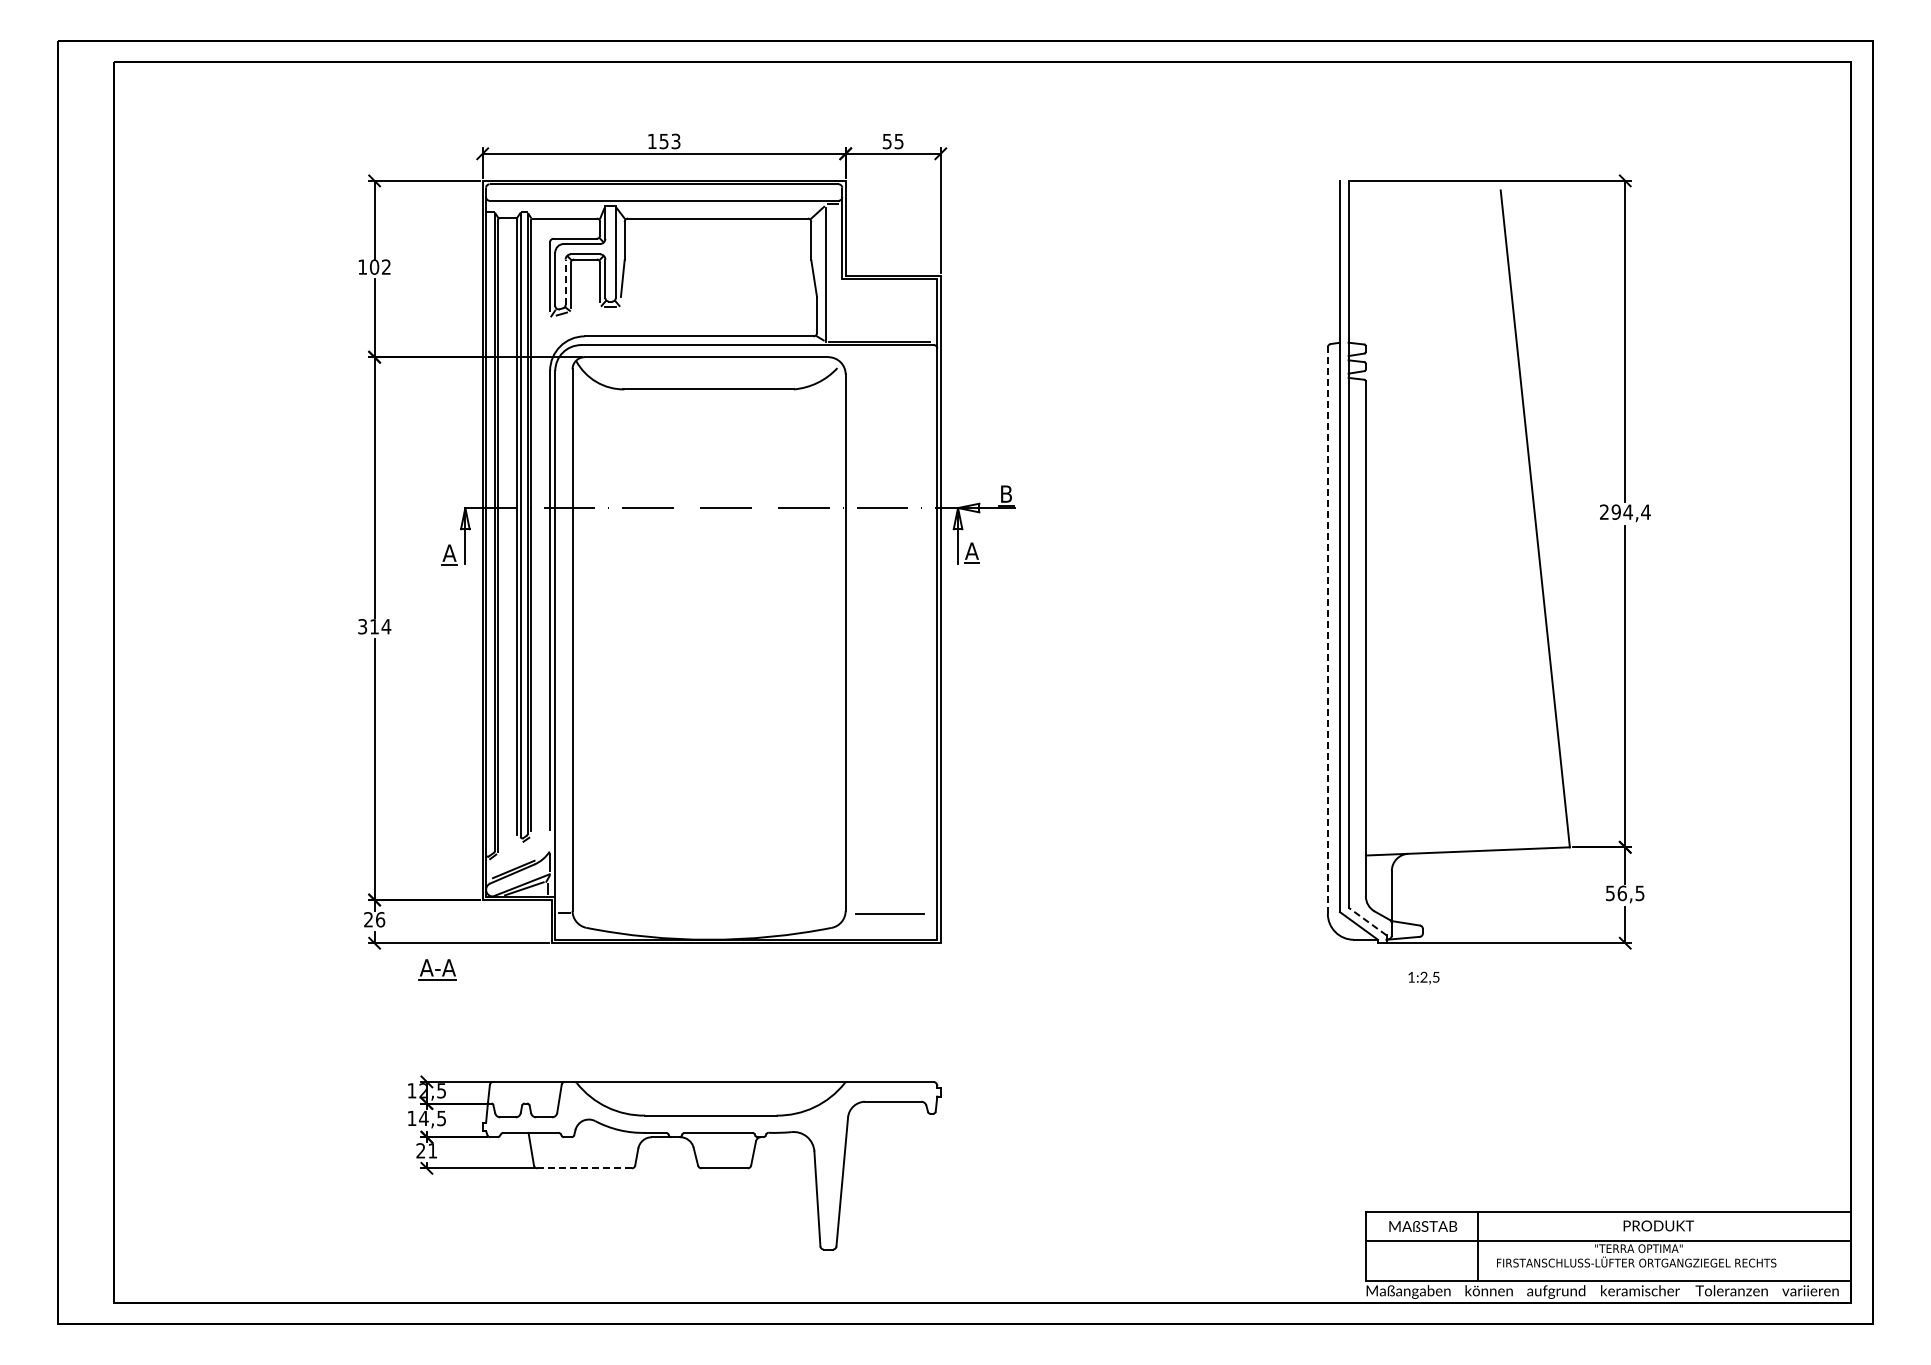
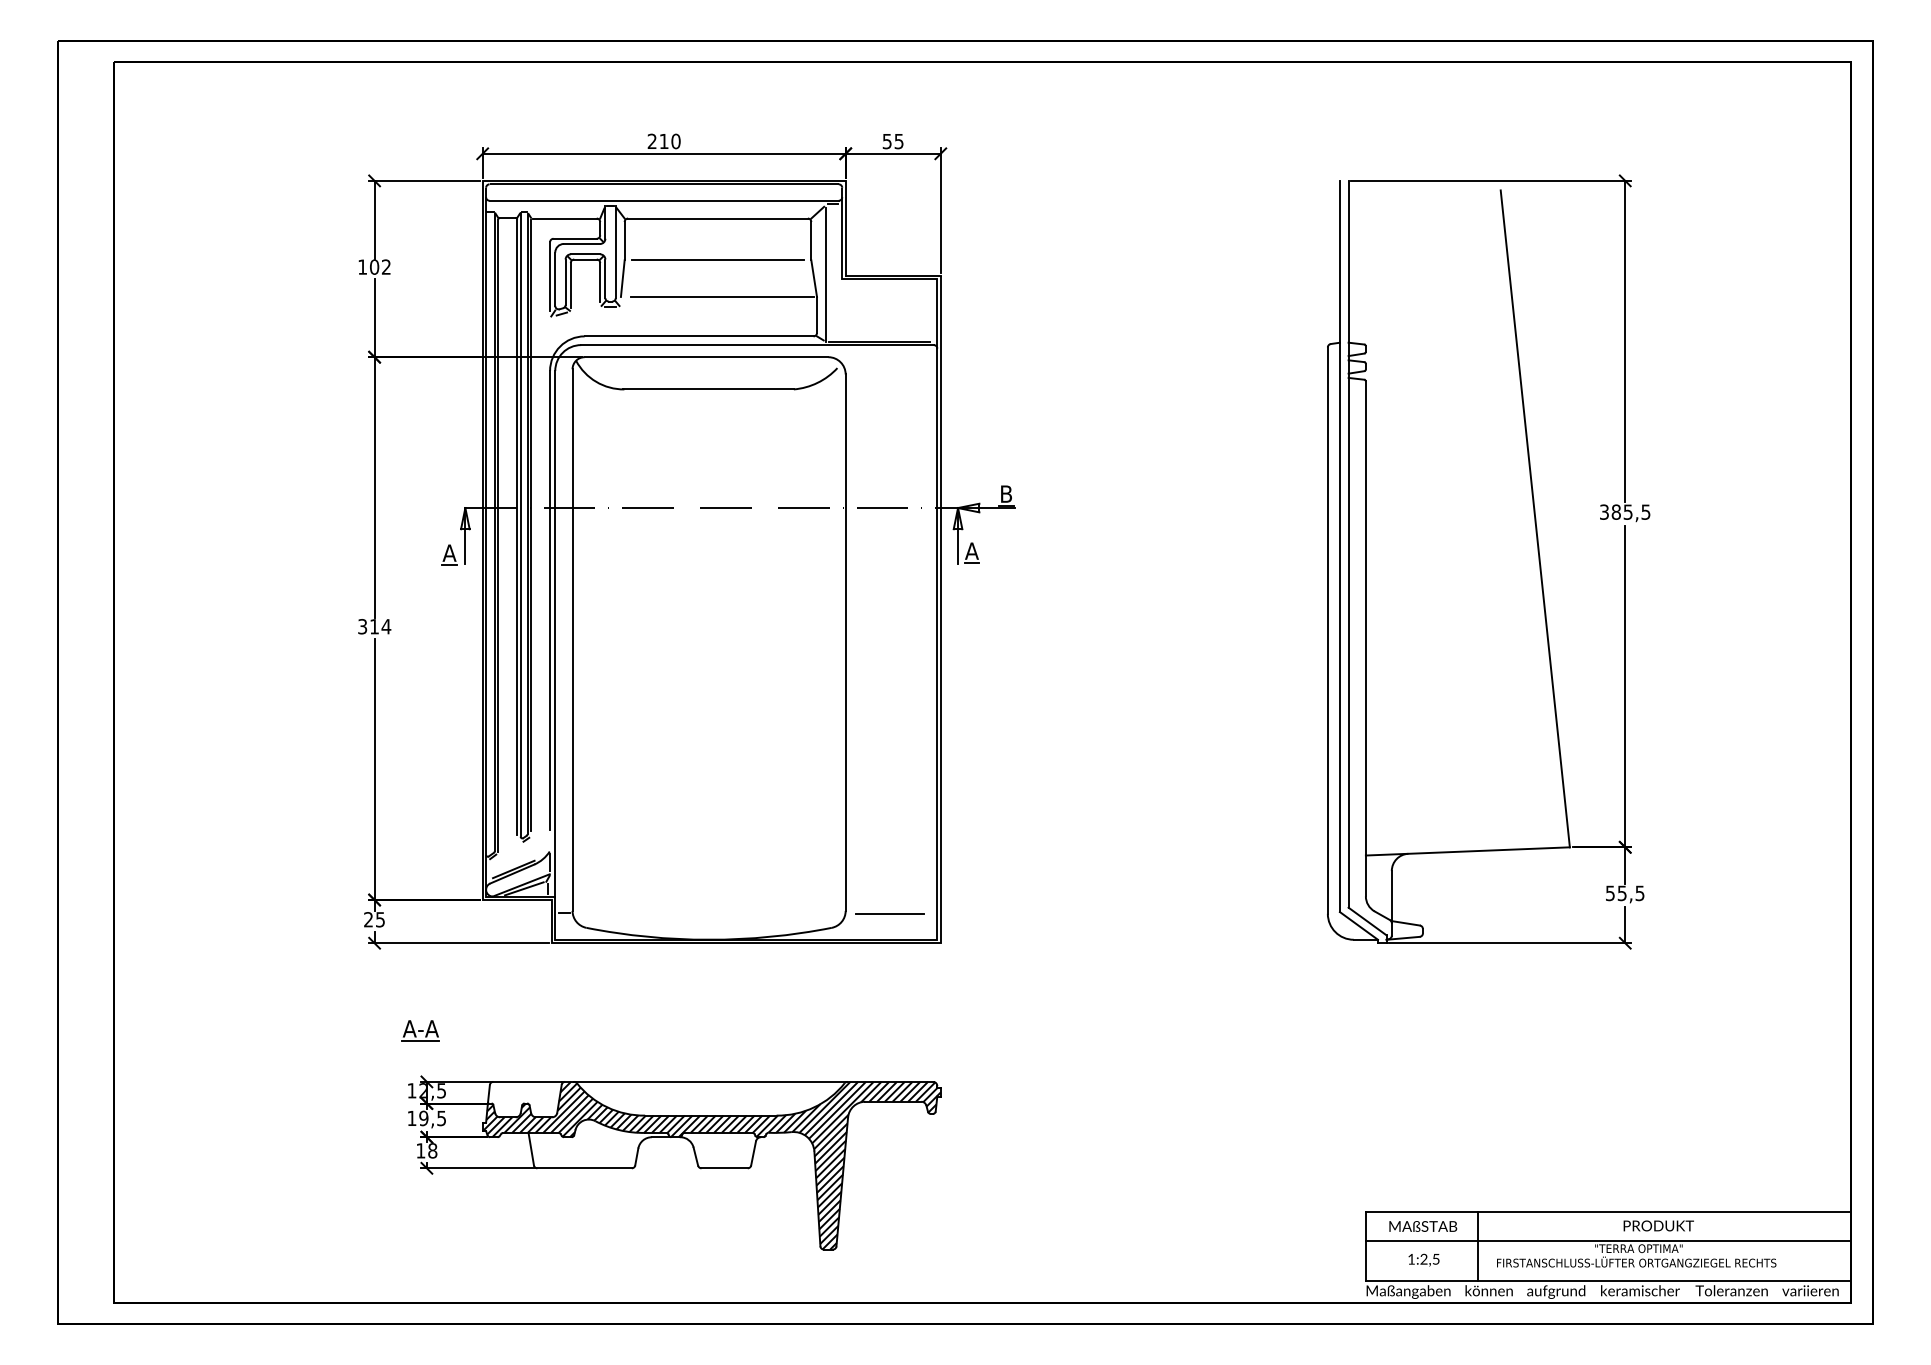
text at (663, 141): 153 -> 210
line at (717, 260): none -> present
line at (565, 282): dashed -> solid
line at (722, 296): none -> present
text at (1625, 511): 294,4 -> 385,5
line at (1327, 630): dashed -> solid
text at (1621, 893): 56,5 -> 55,5
text at (380, 919): 26 -> 25
line at (1367, 921): dashed -> solid
part at (437, 969) position: (437, 969) -> (420, 1030)
text at (1423, 977) position: (1423, 977) -> (1423, 1259)
text at (423, 1118): 14,5 -> 19,5
text at (426, 1150): 21 -> 18
hatch at (711, 1165): none -> present
line at (585, 1168): dashed -> solid
